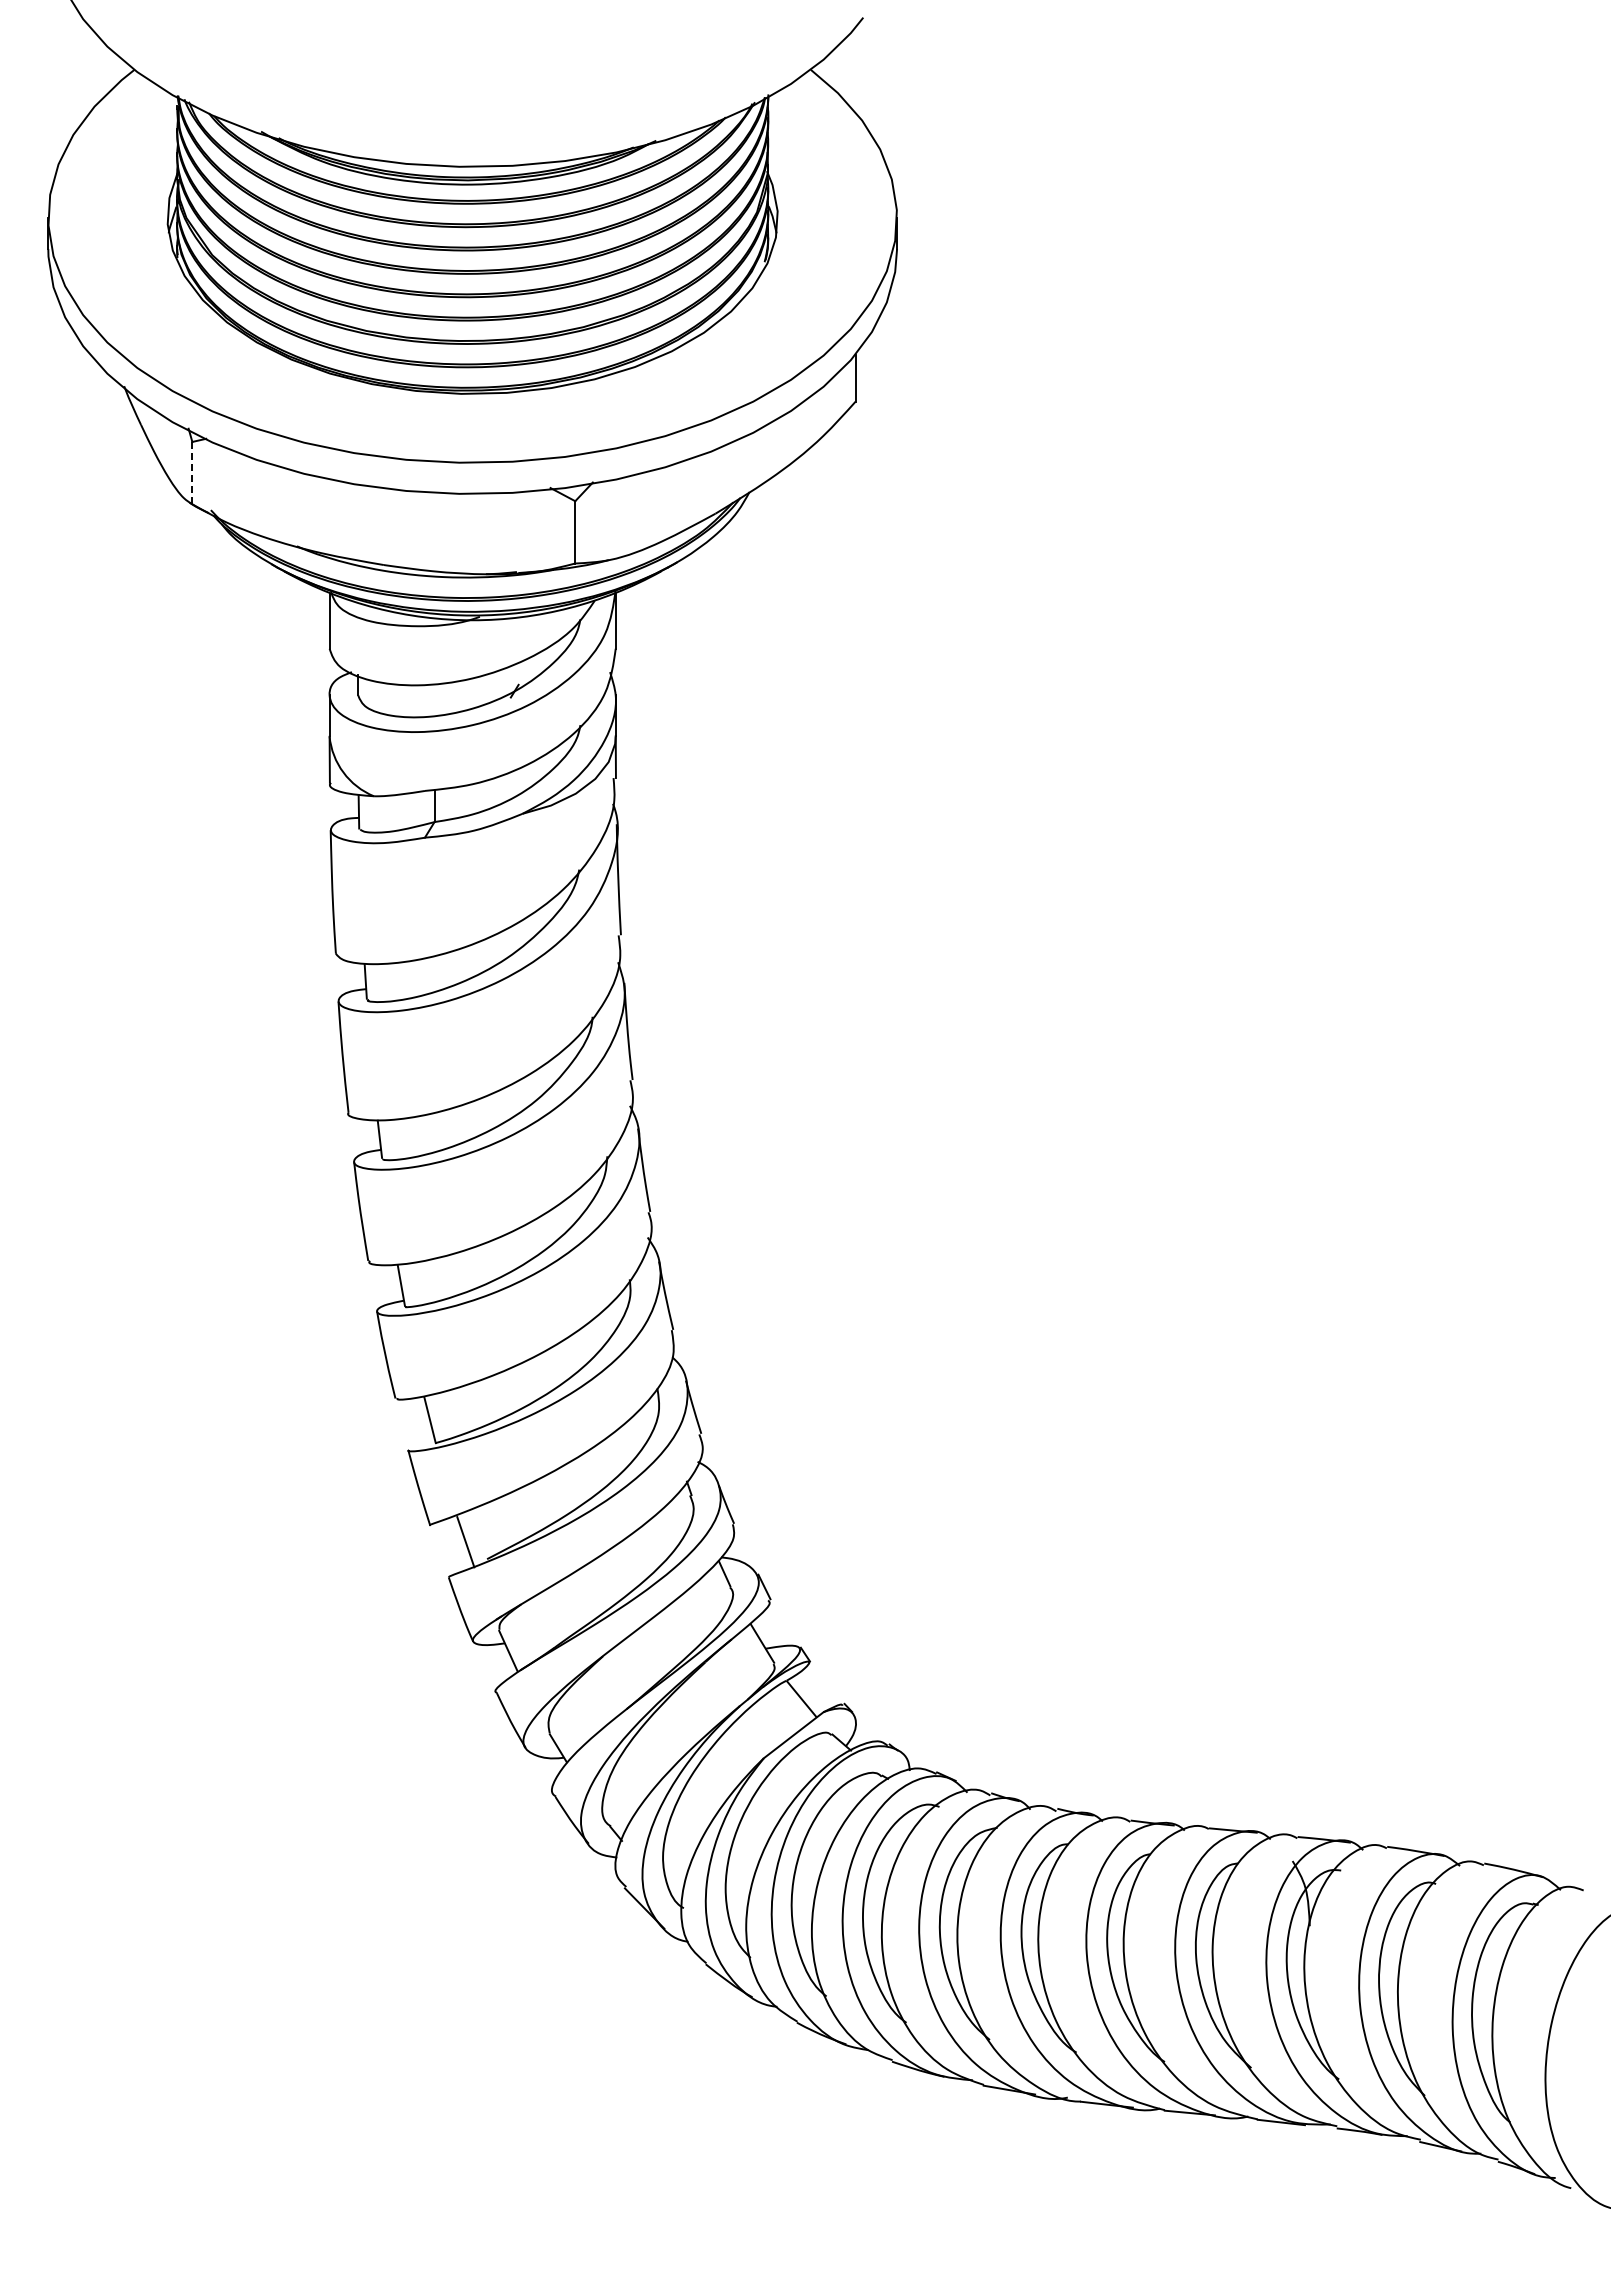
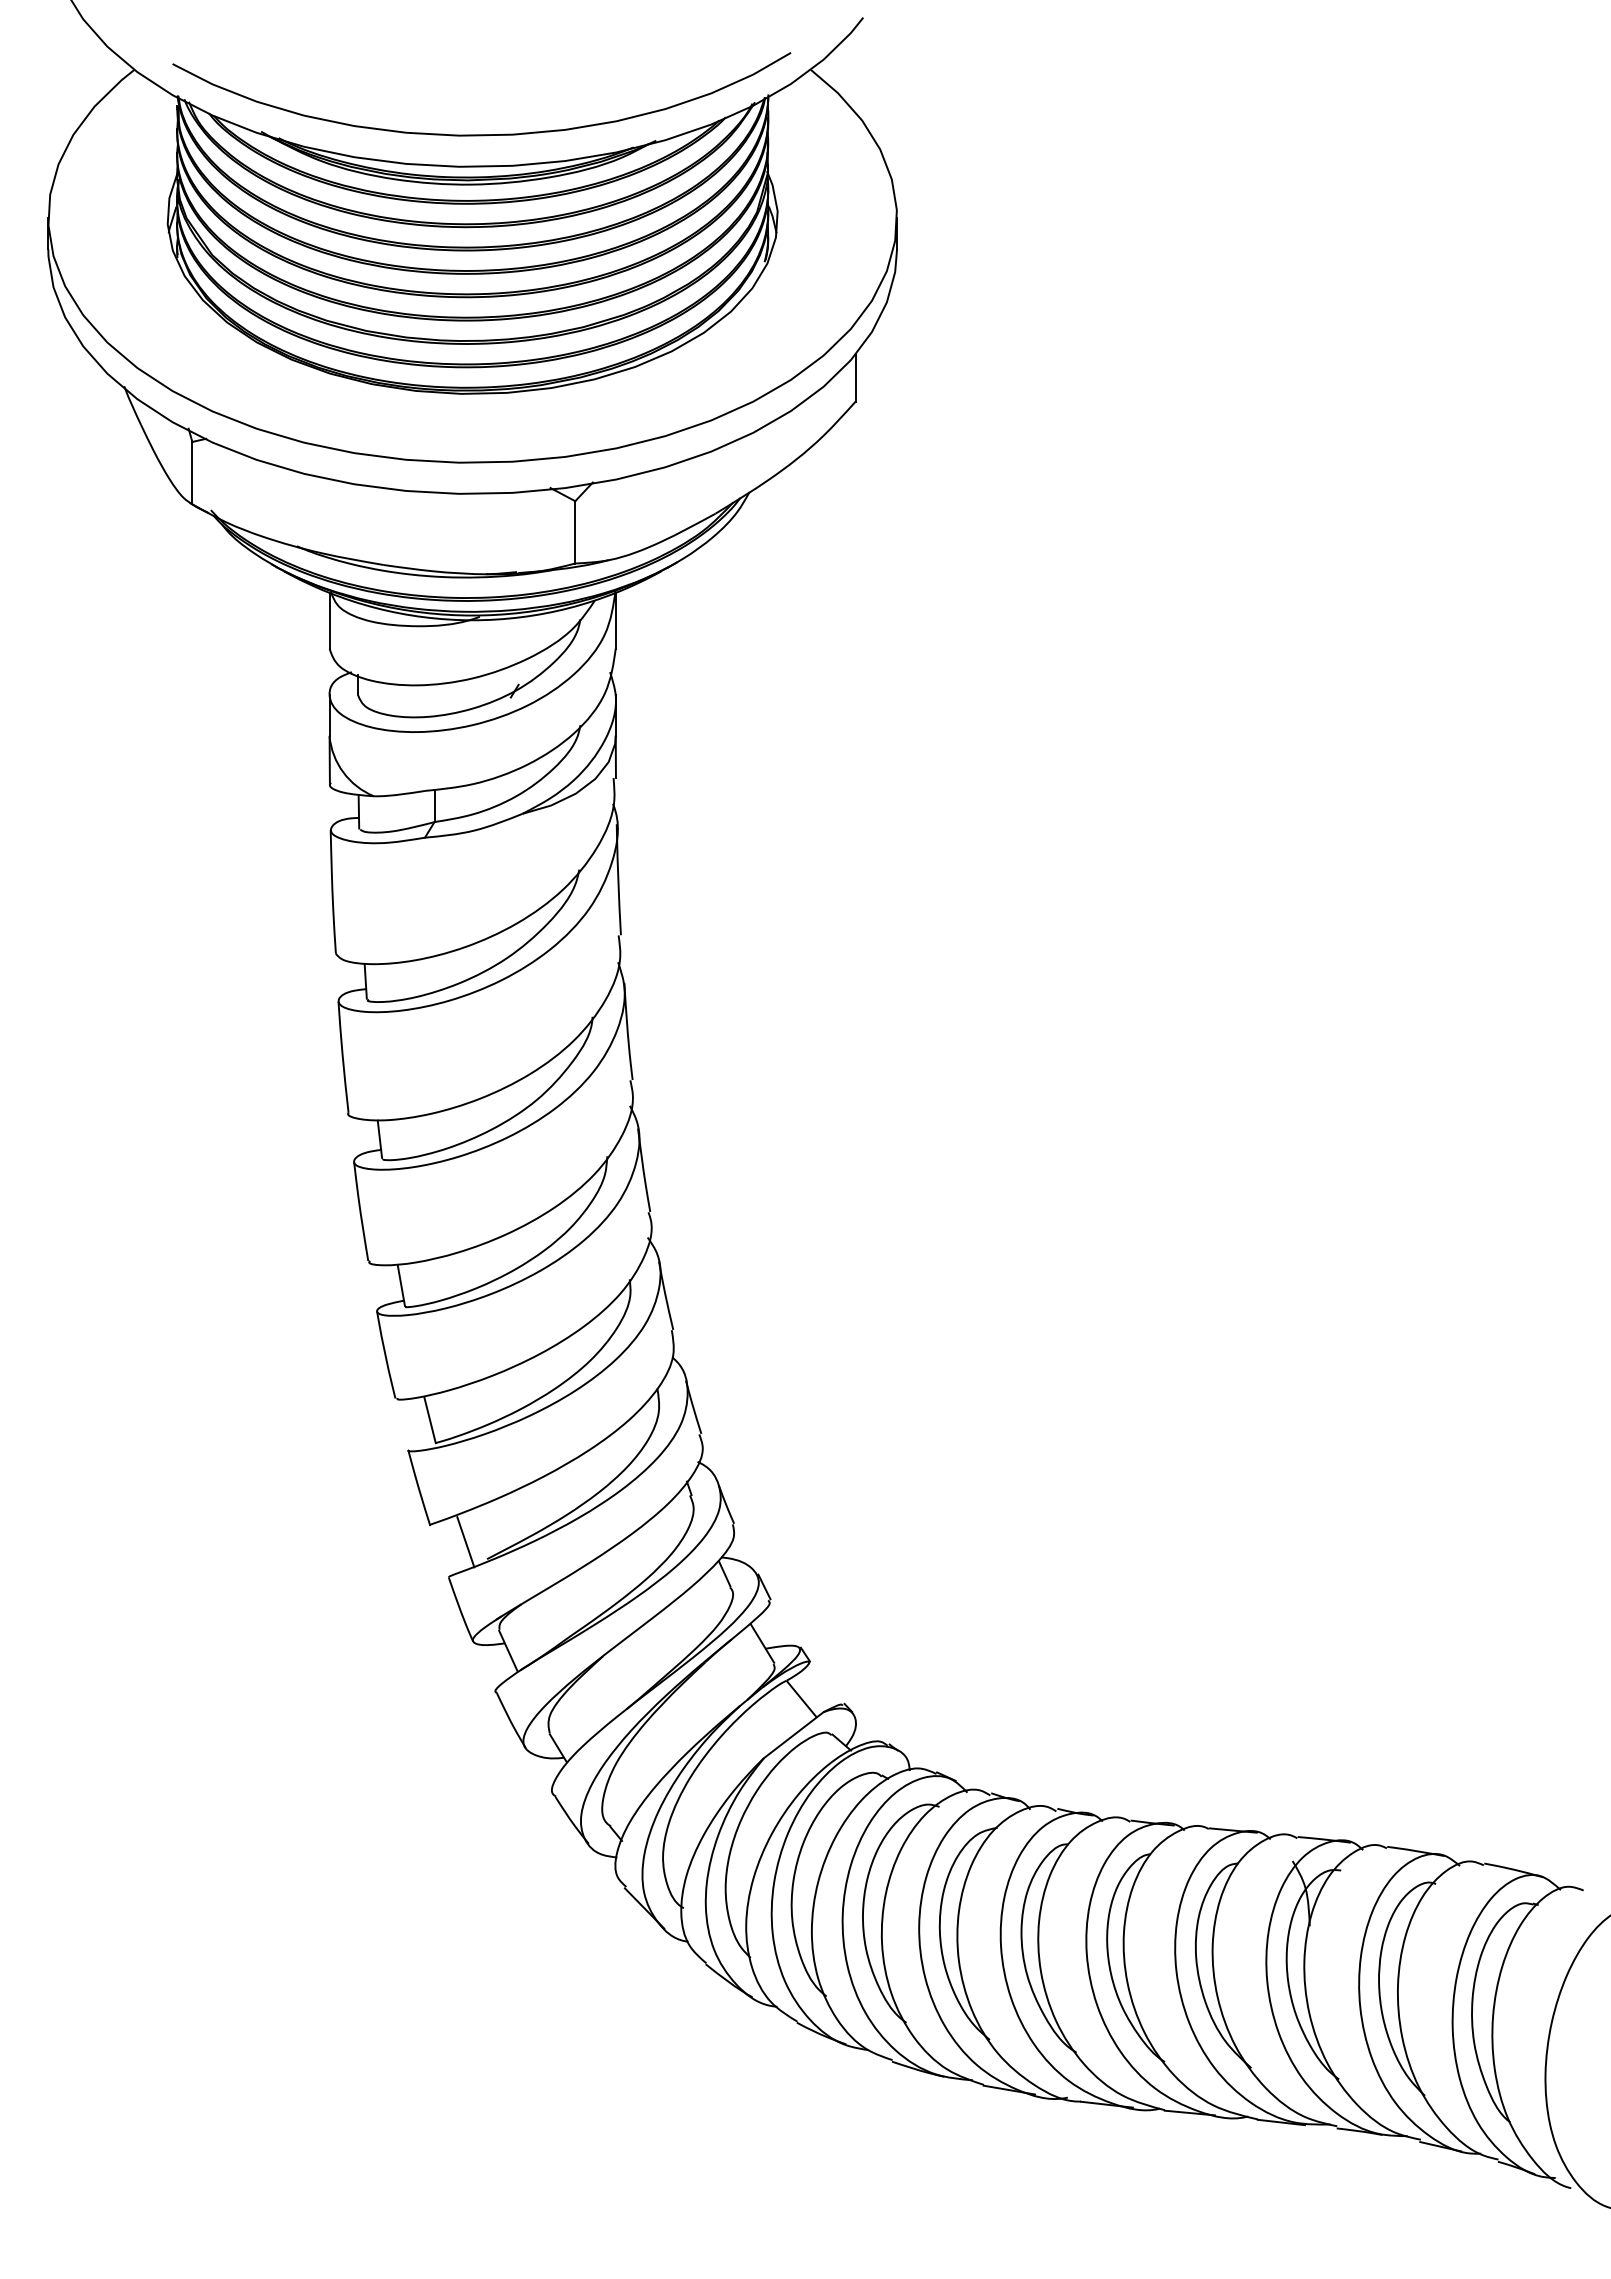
curve at (481, 134): none -> present
line at (192, 473): dashed -> solid
